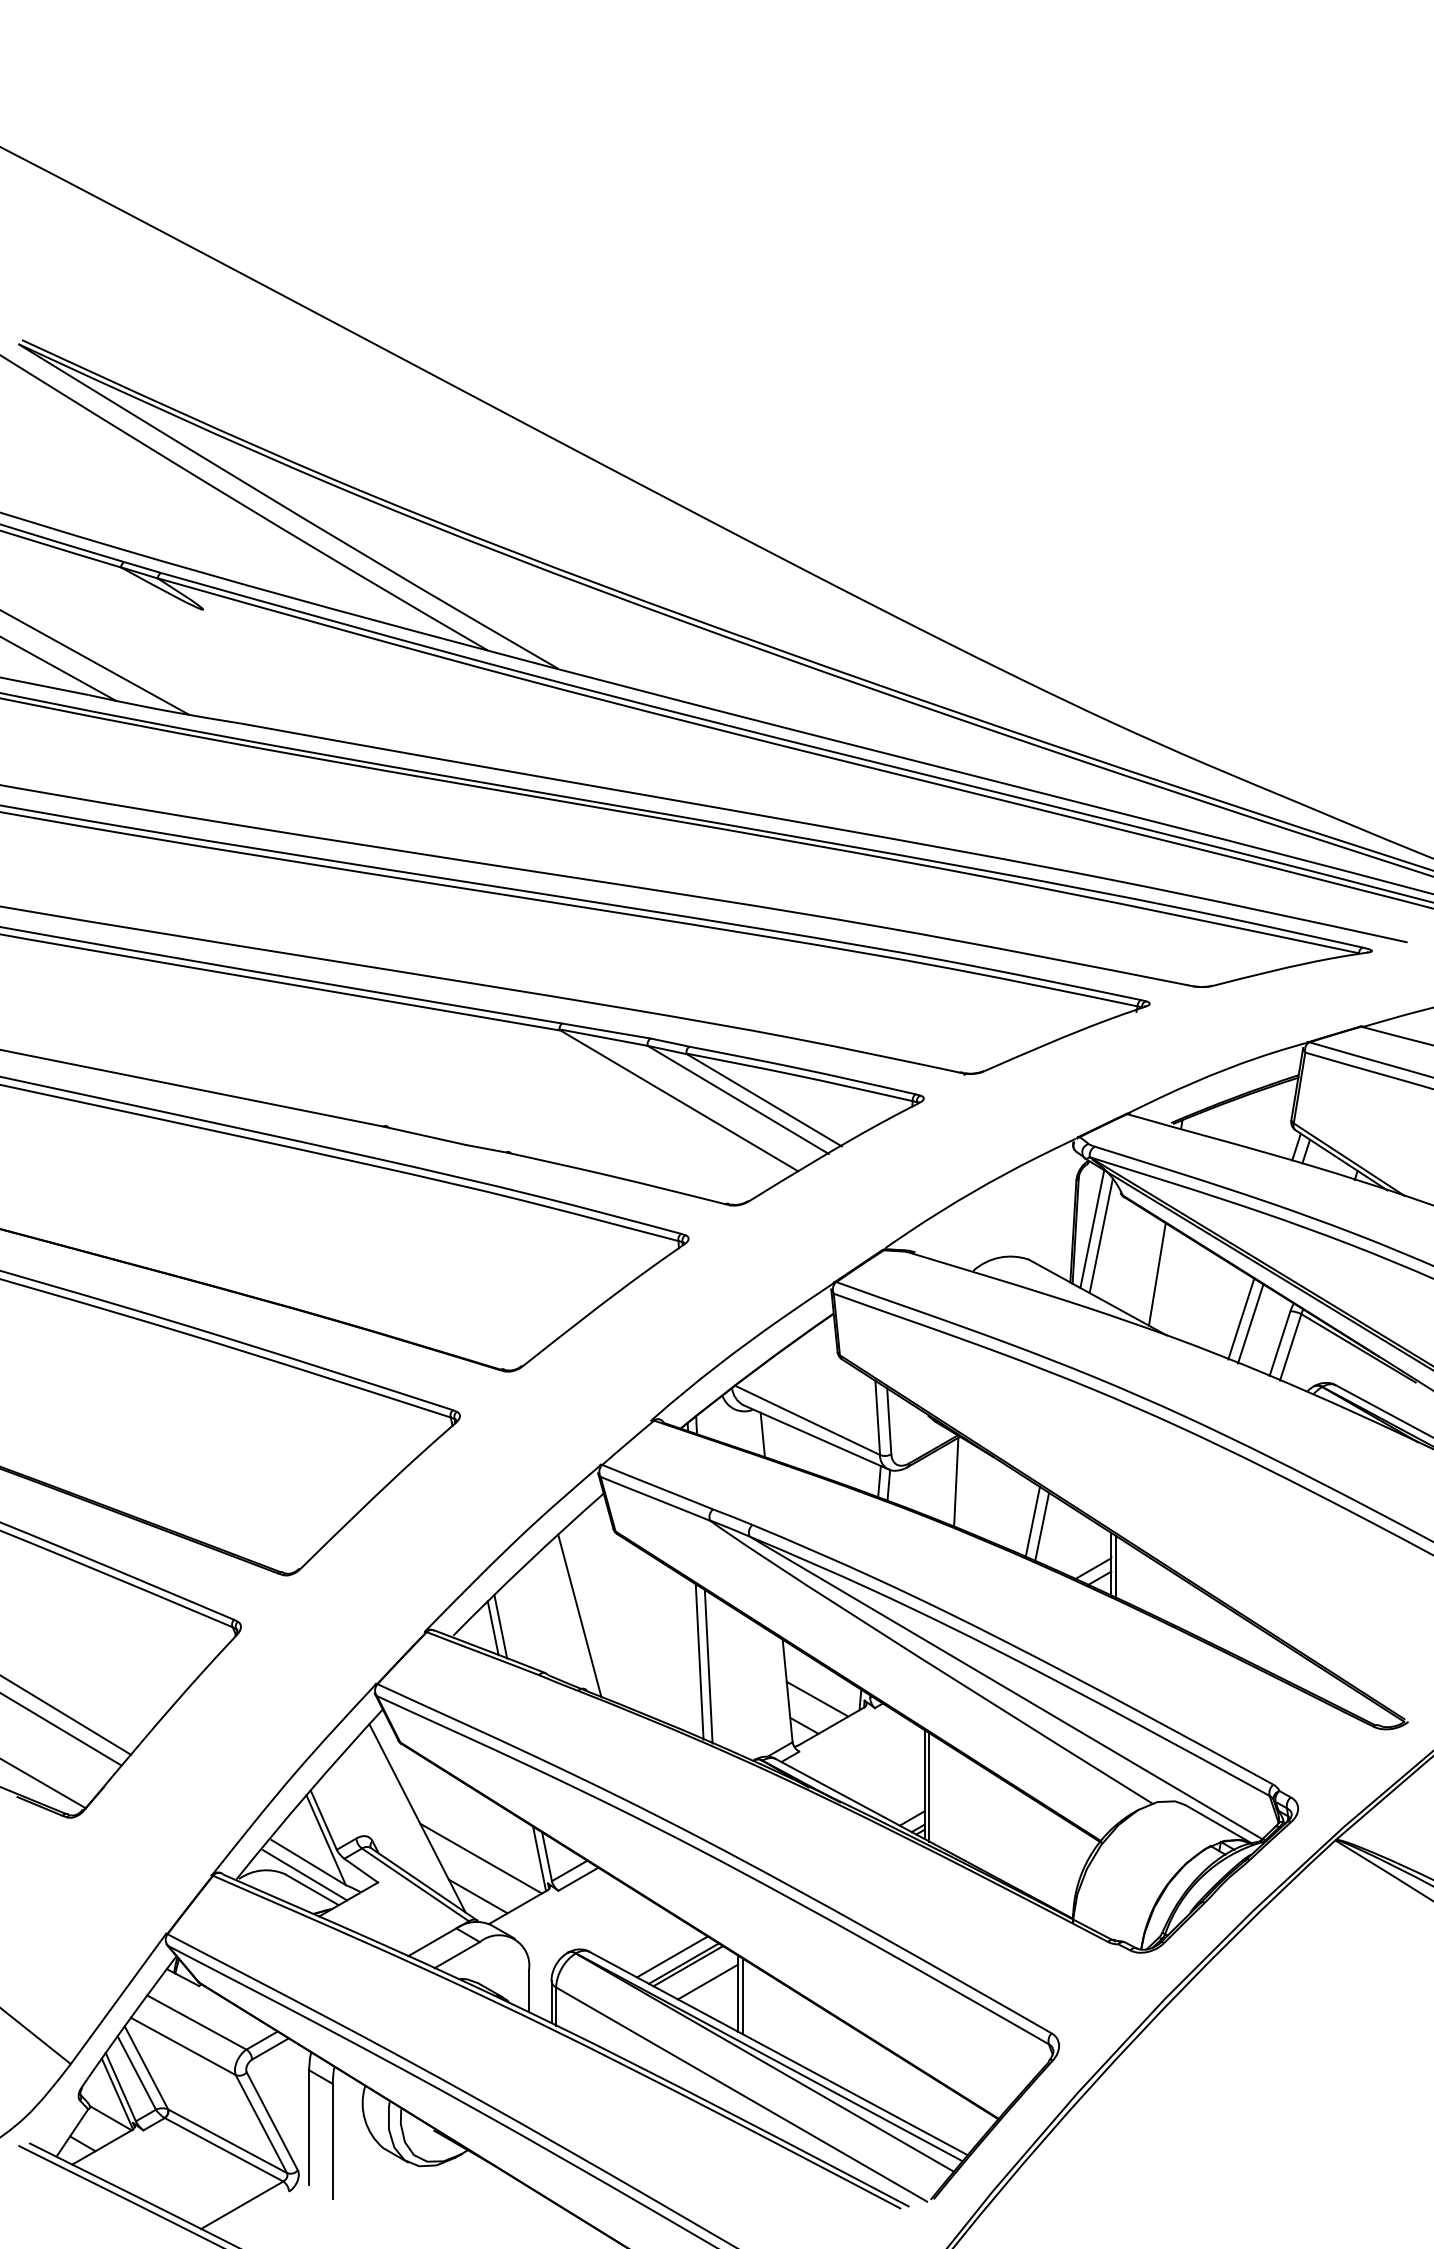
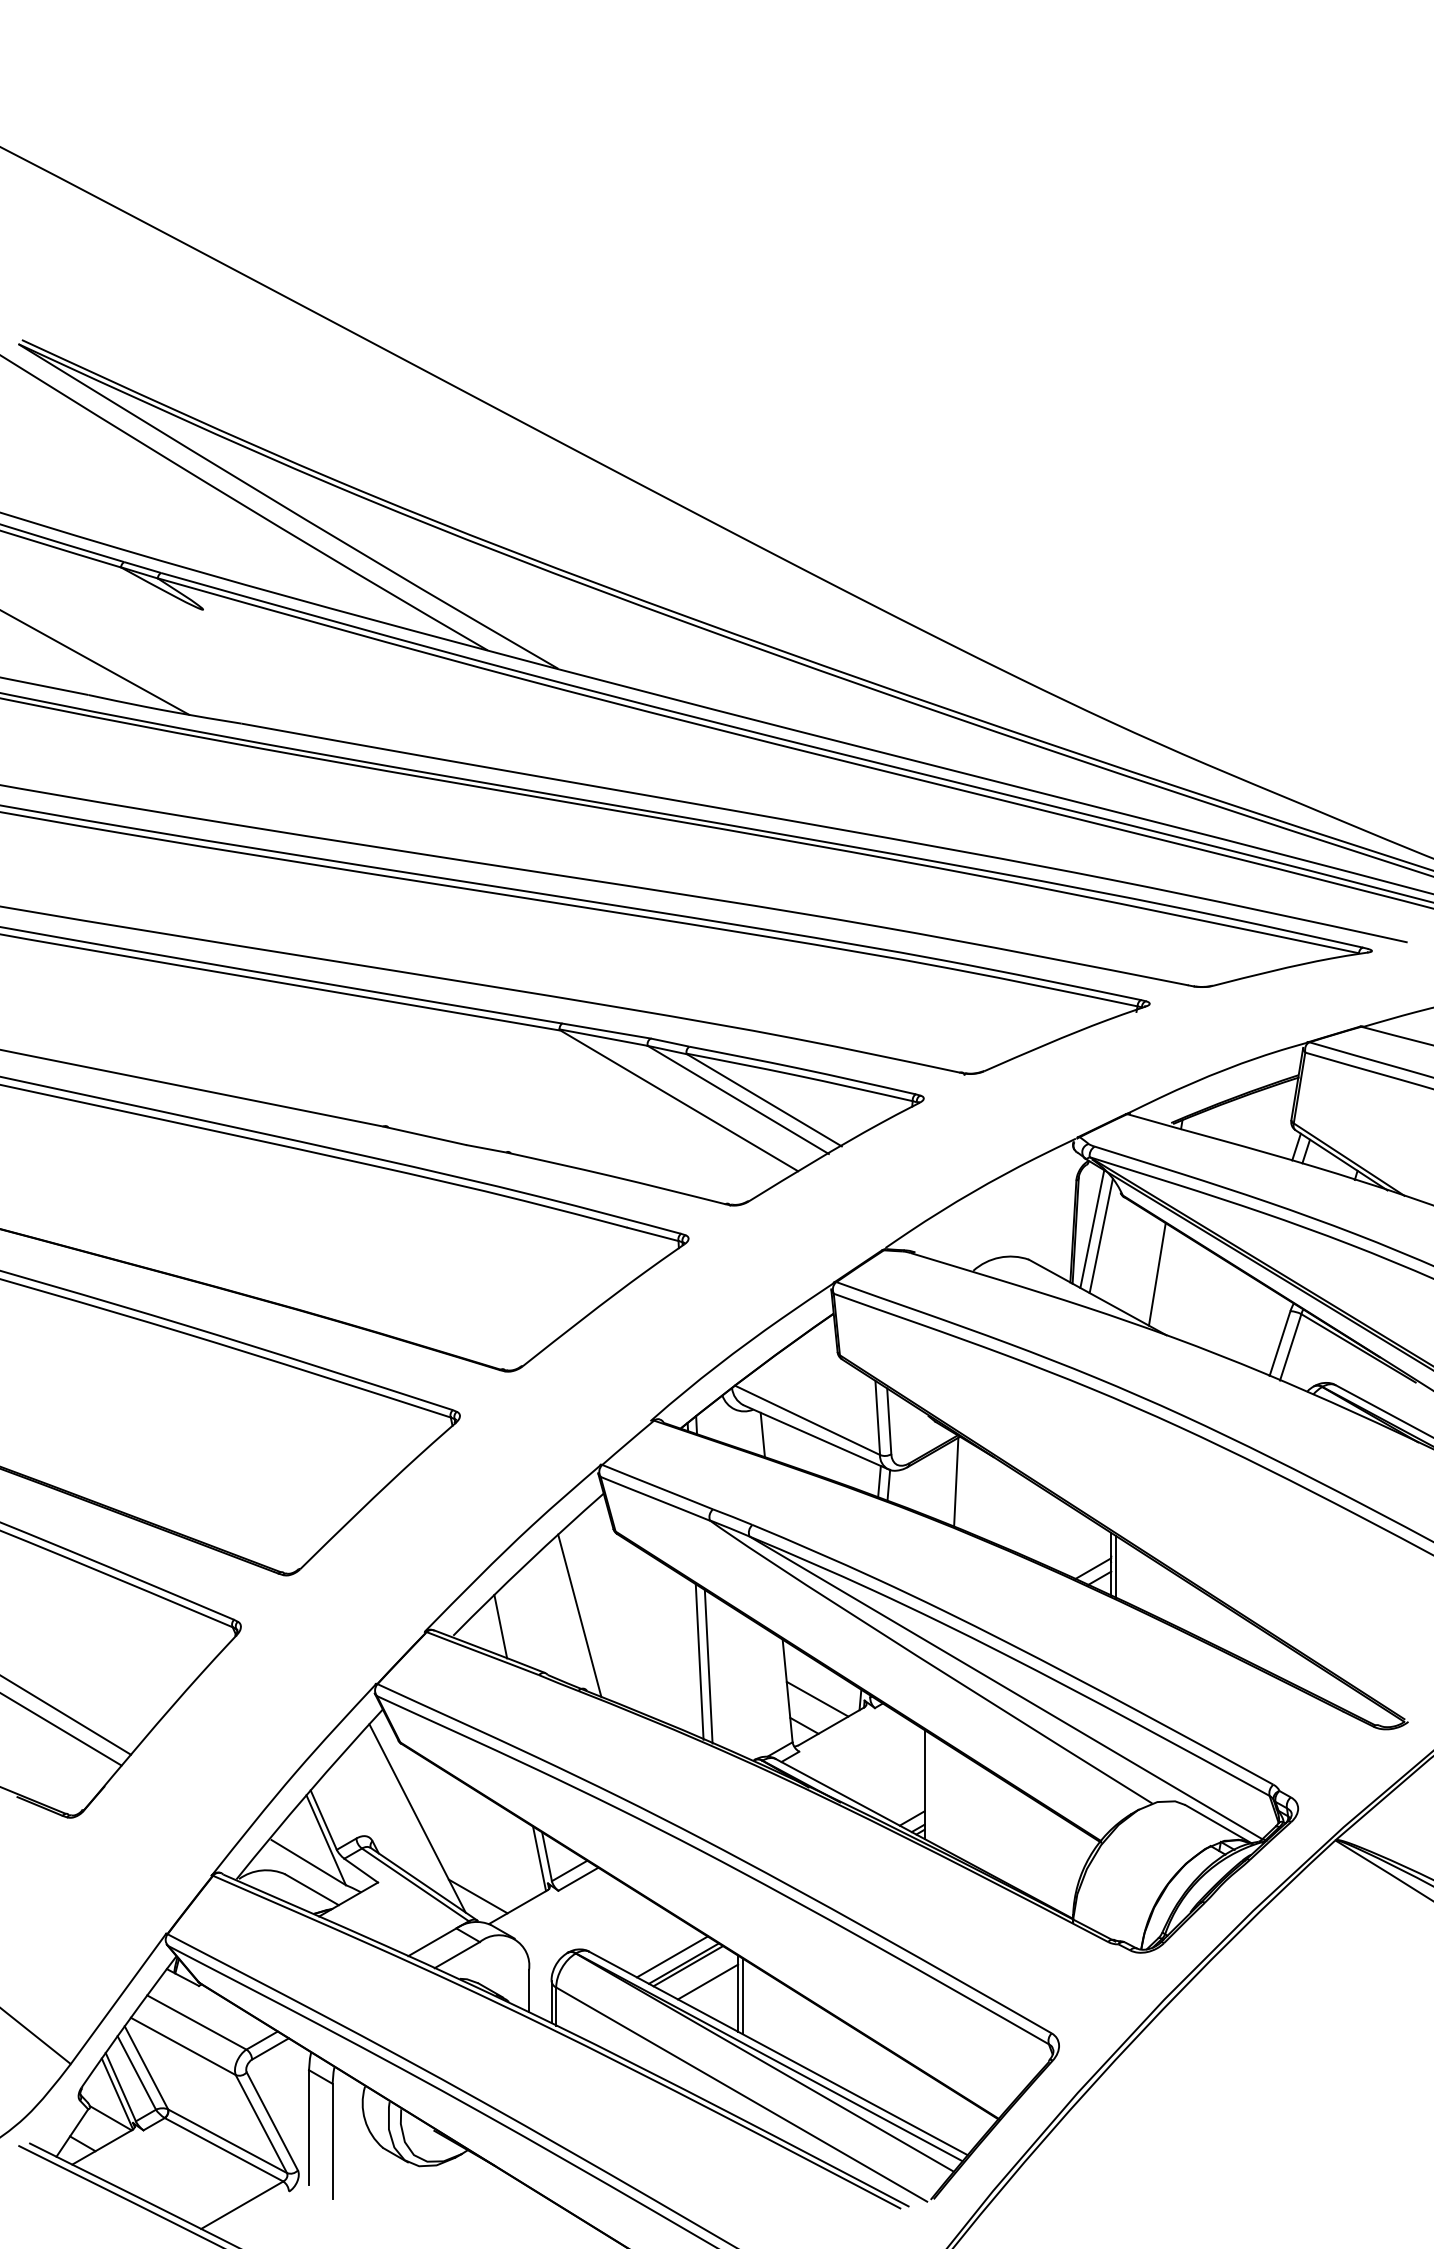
line at (58, 669): present -> none
line at (1241, 1318): present -> none
line at (1250, 1323): present -> none
line at (1032, 1521): present -> none
line at (1042, 1526): present -> none
line at (492, 1628): present -> none
line at (43, 1783): present -> none
line at (929, 1787): present -> none
line at (481, 1858): present -> none
line at (305, 1875): present -> none
